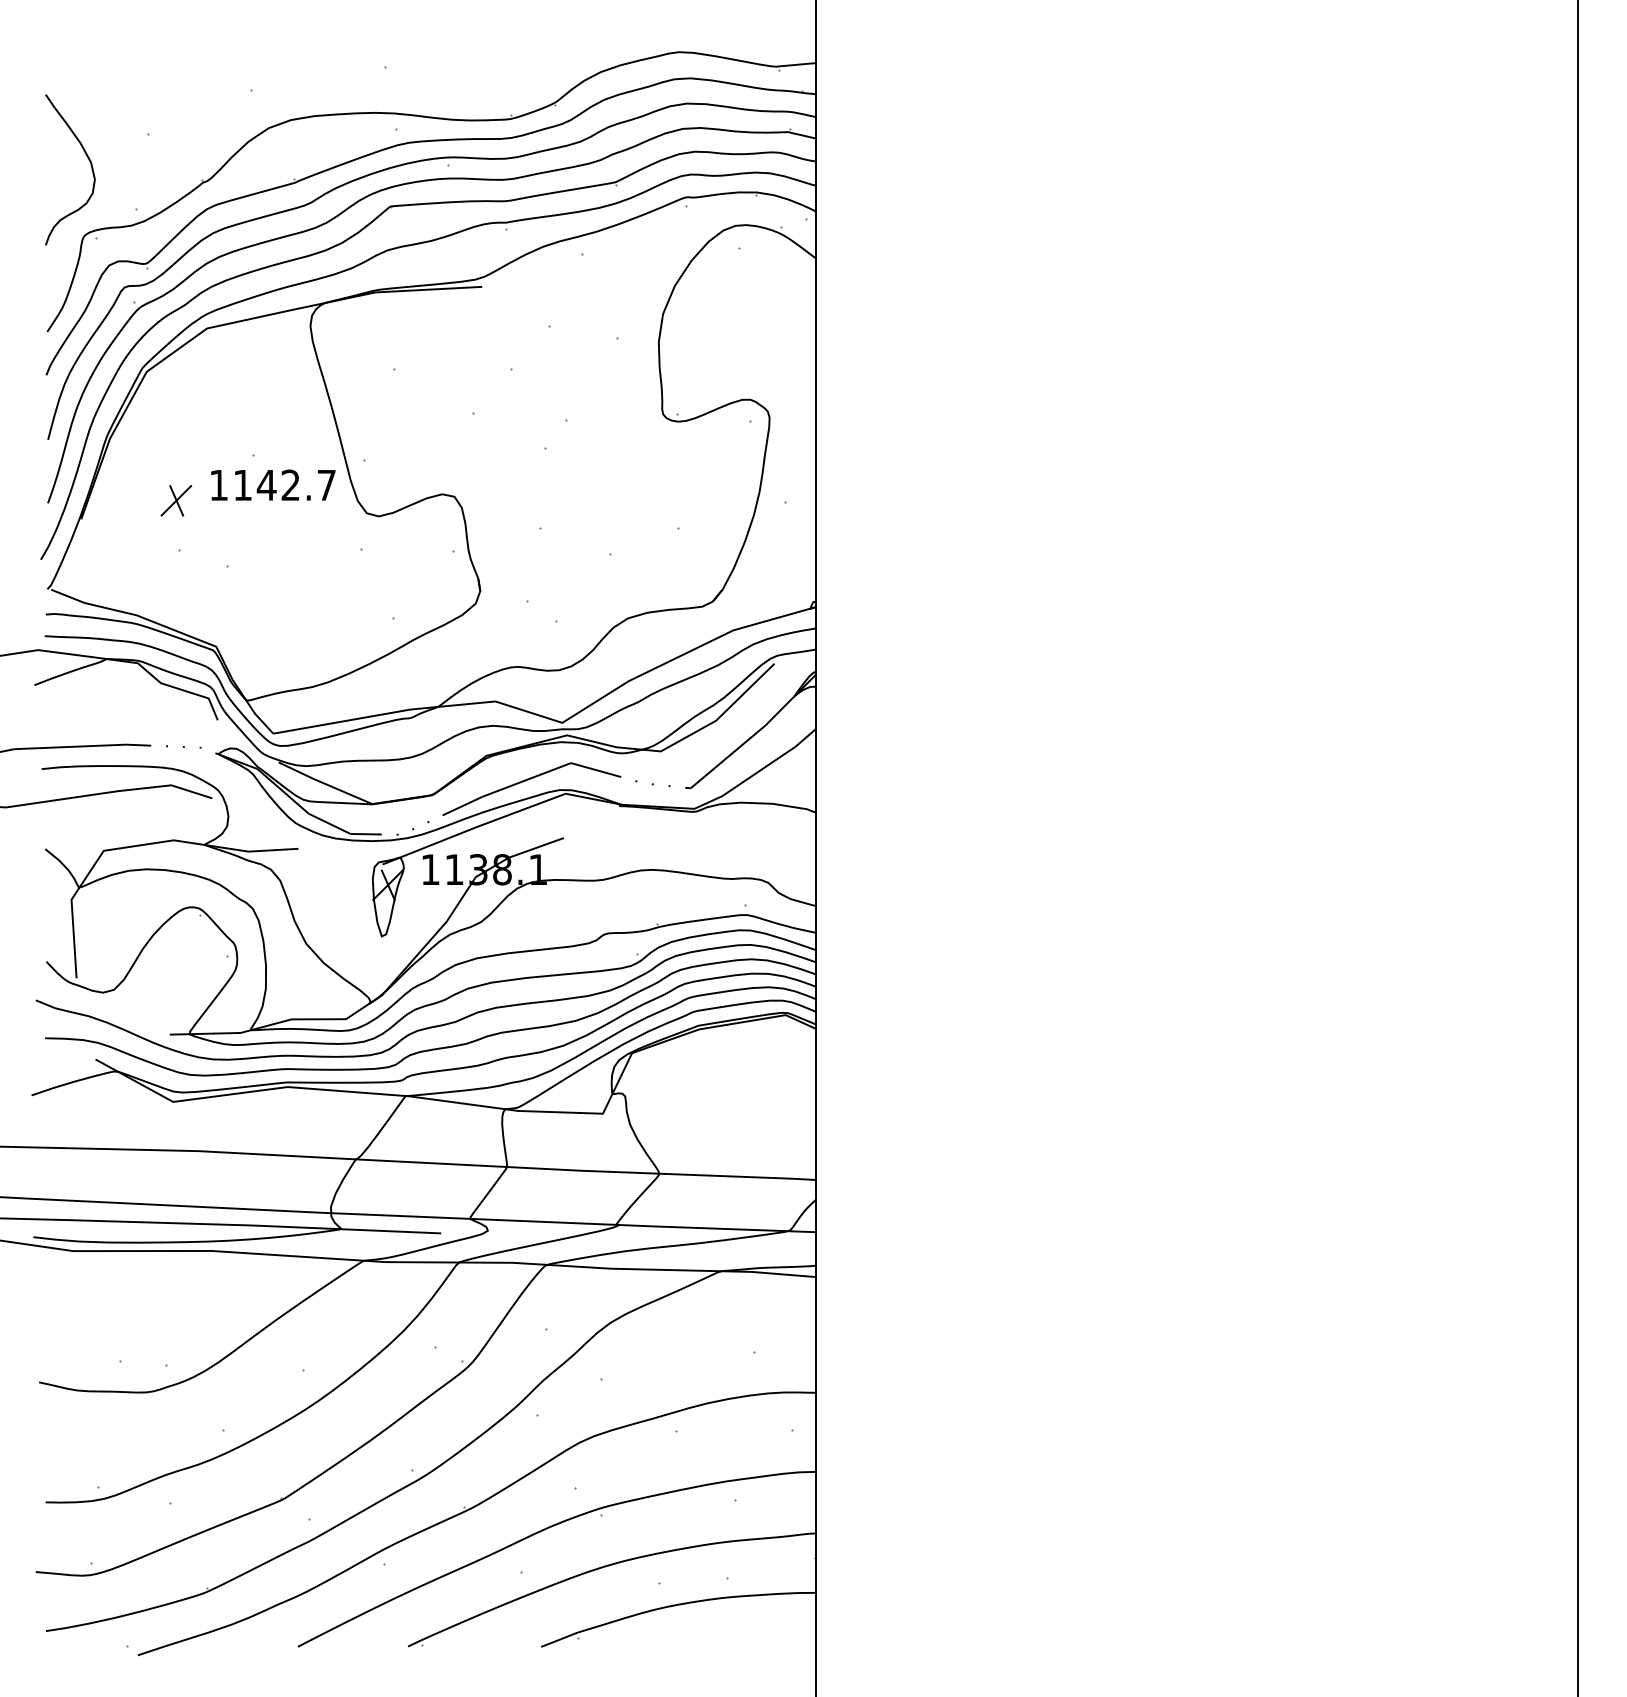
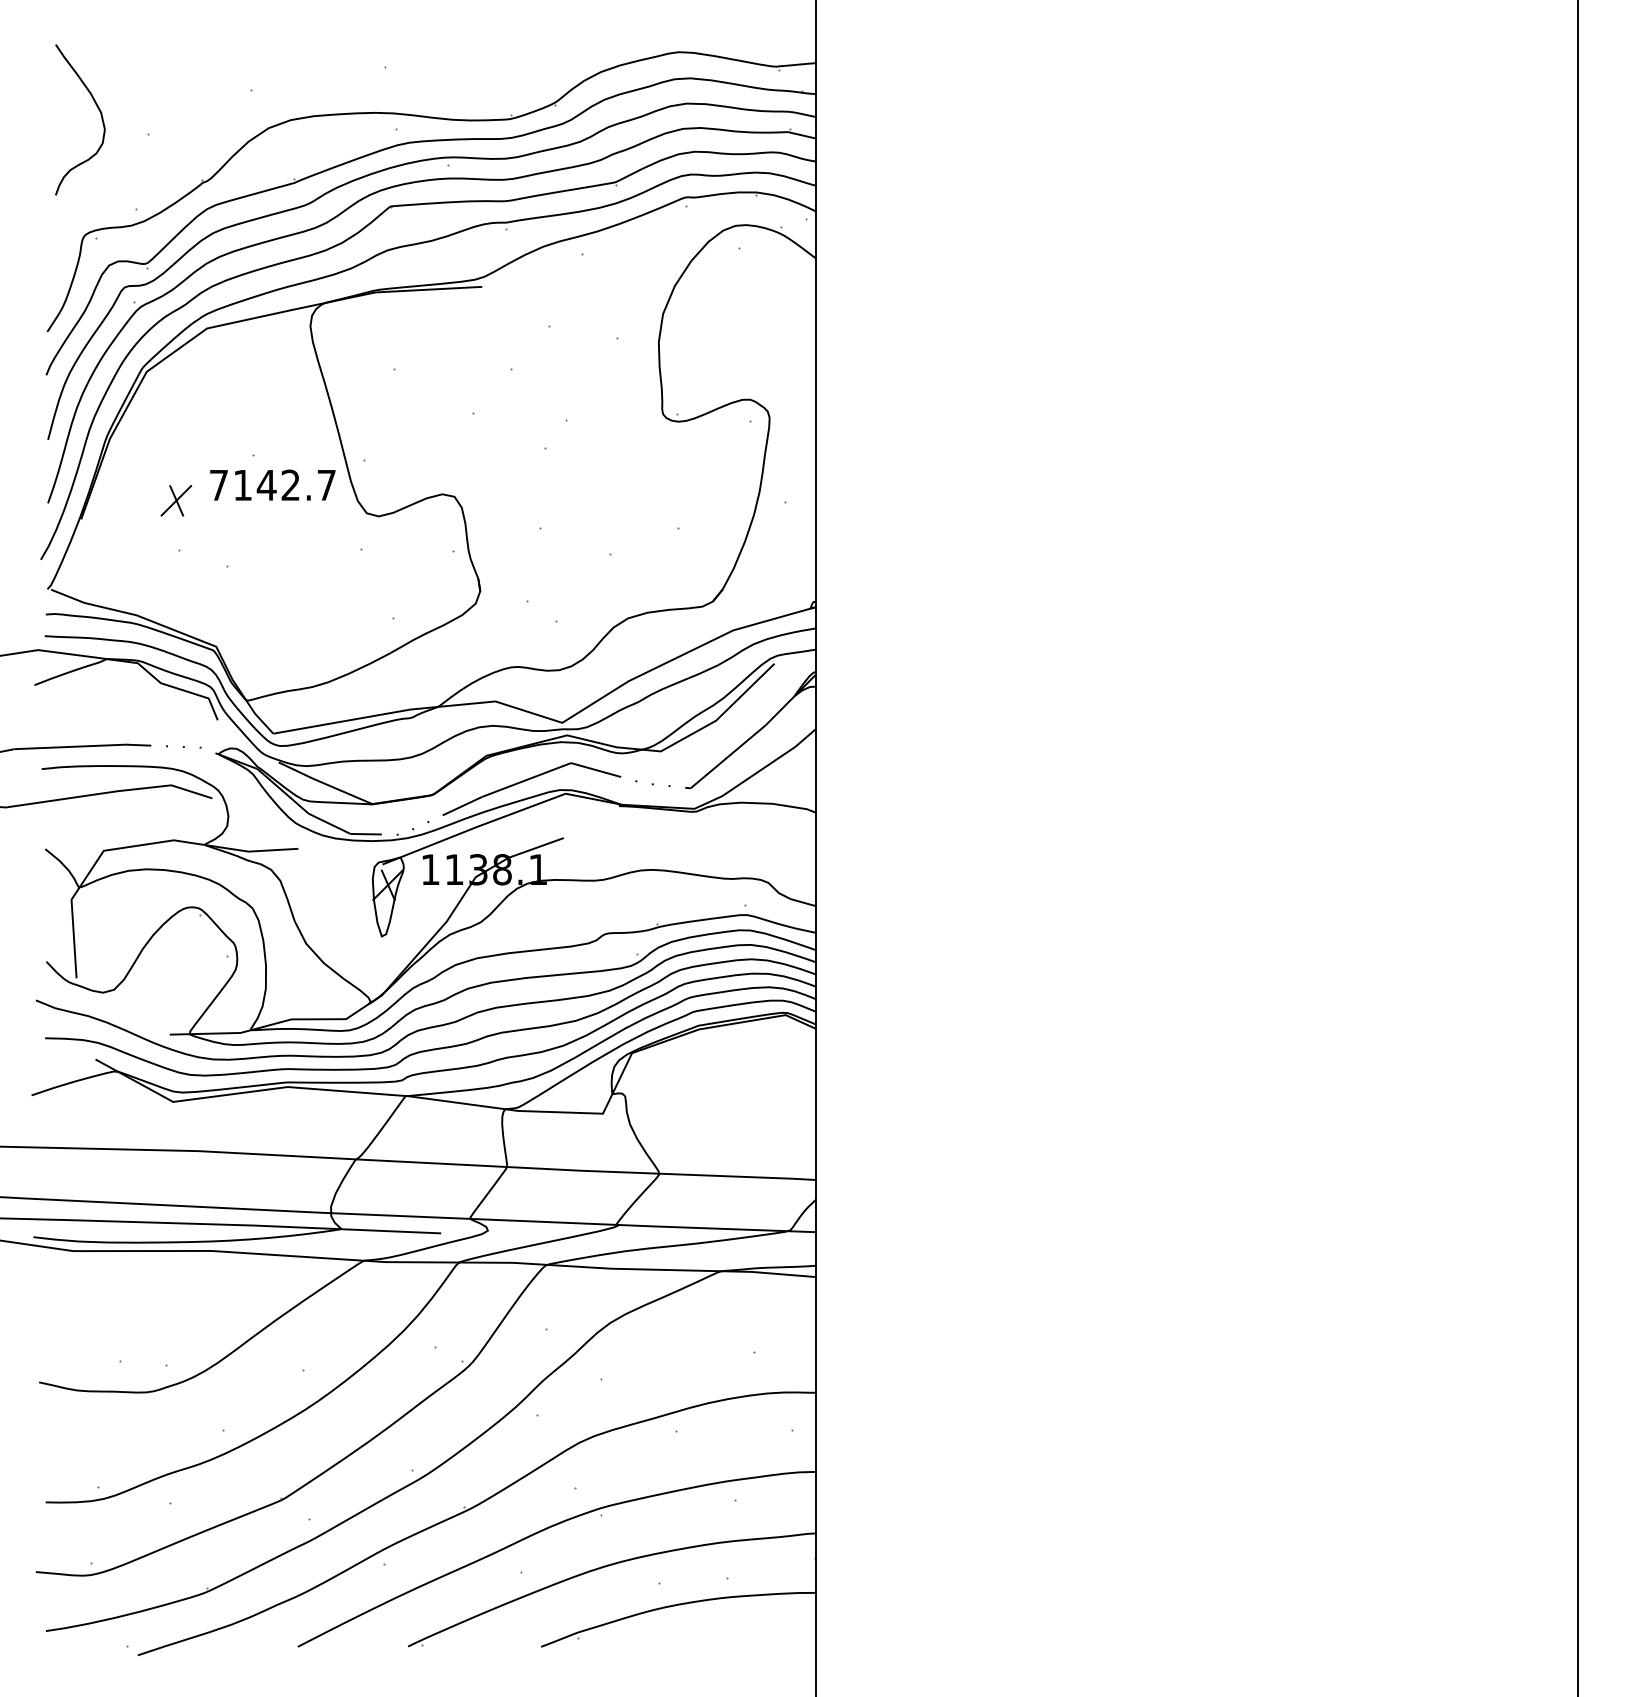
curve at (88, 160) position: (88, 160) -> (98, 110)
text at (218, 485): 1142.7 -> 7142.7
